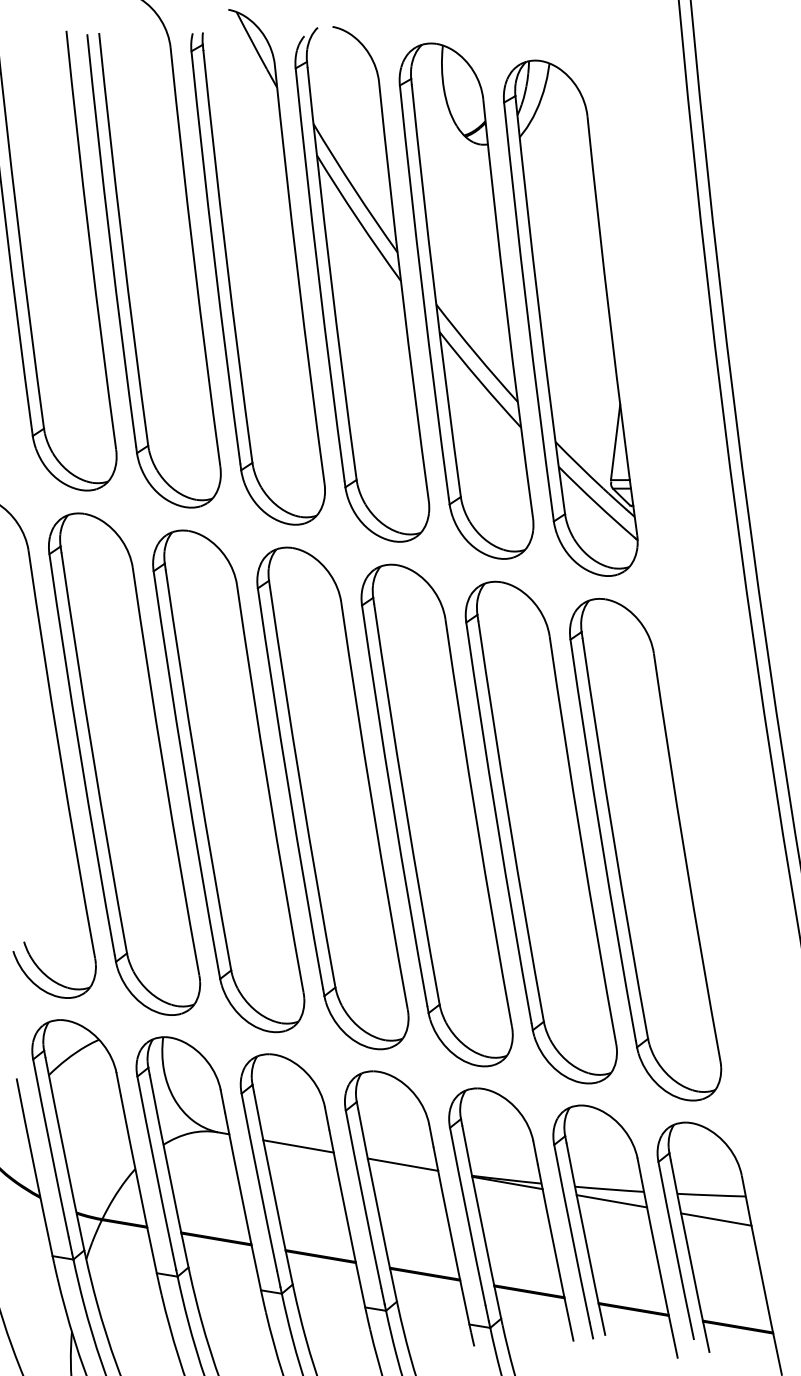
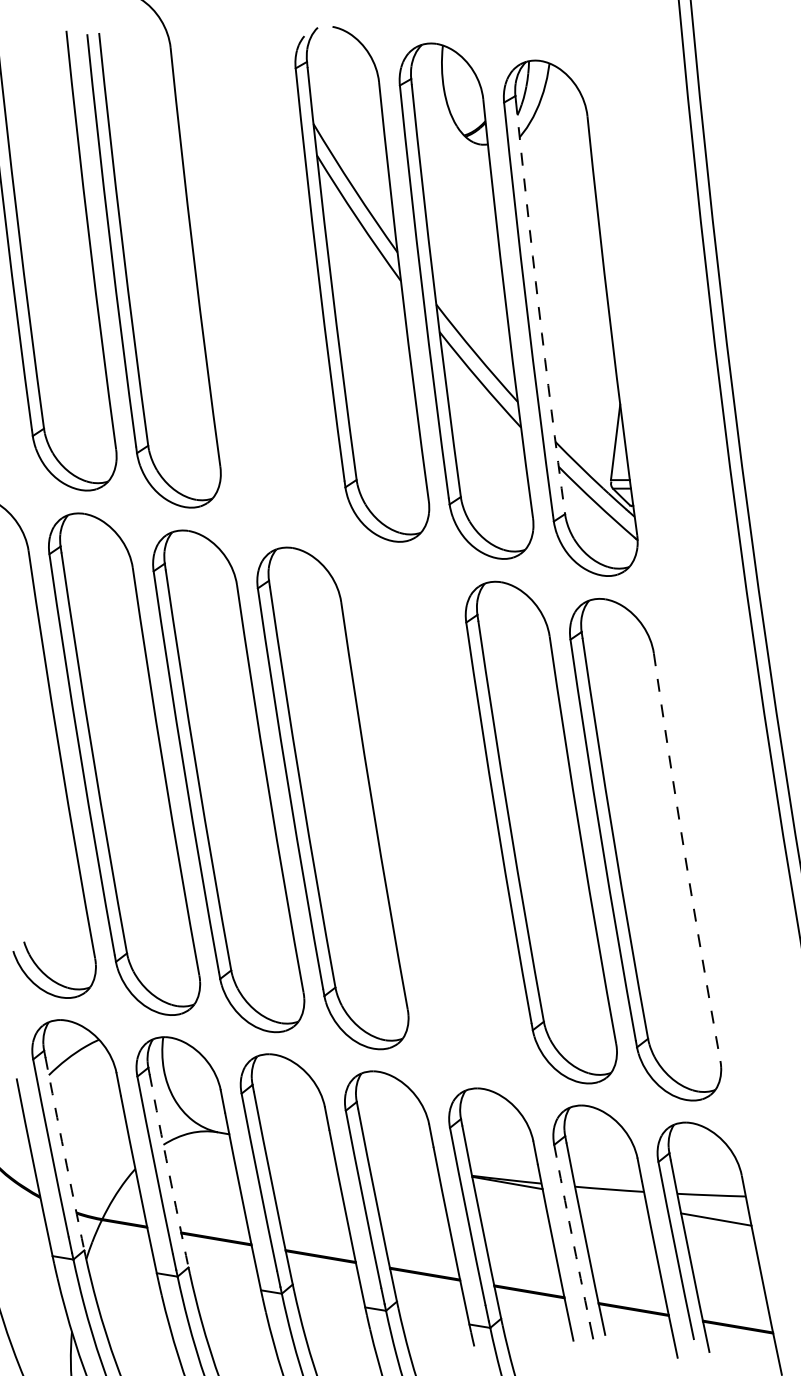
part at (229, 272): present -> none
arc at (538, 307): solid -> dashed
part at (436, 815): present -> none
arc at (685, 857): solid -> dashed
line at (298, 1146): present -> none
arc at (64, 1153): solid -> dashed
line at (402, 1164): present -> none
arc at (168, 1170): solid -> dashed
line at (611, 1201): present -> none
arc at (571, 1233): solid -> dashed
